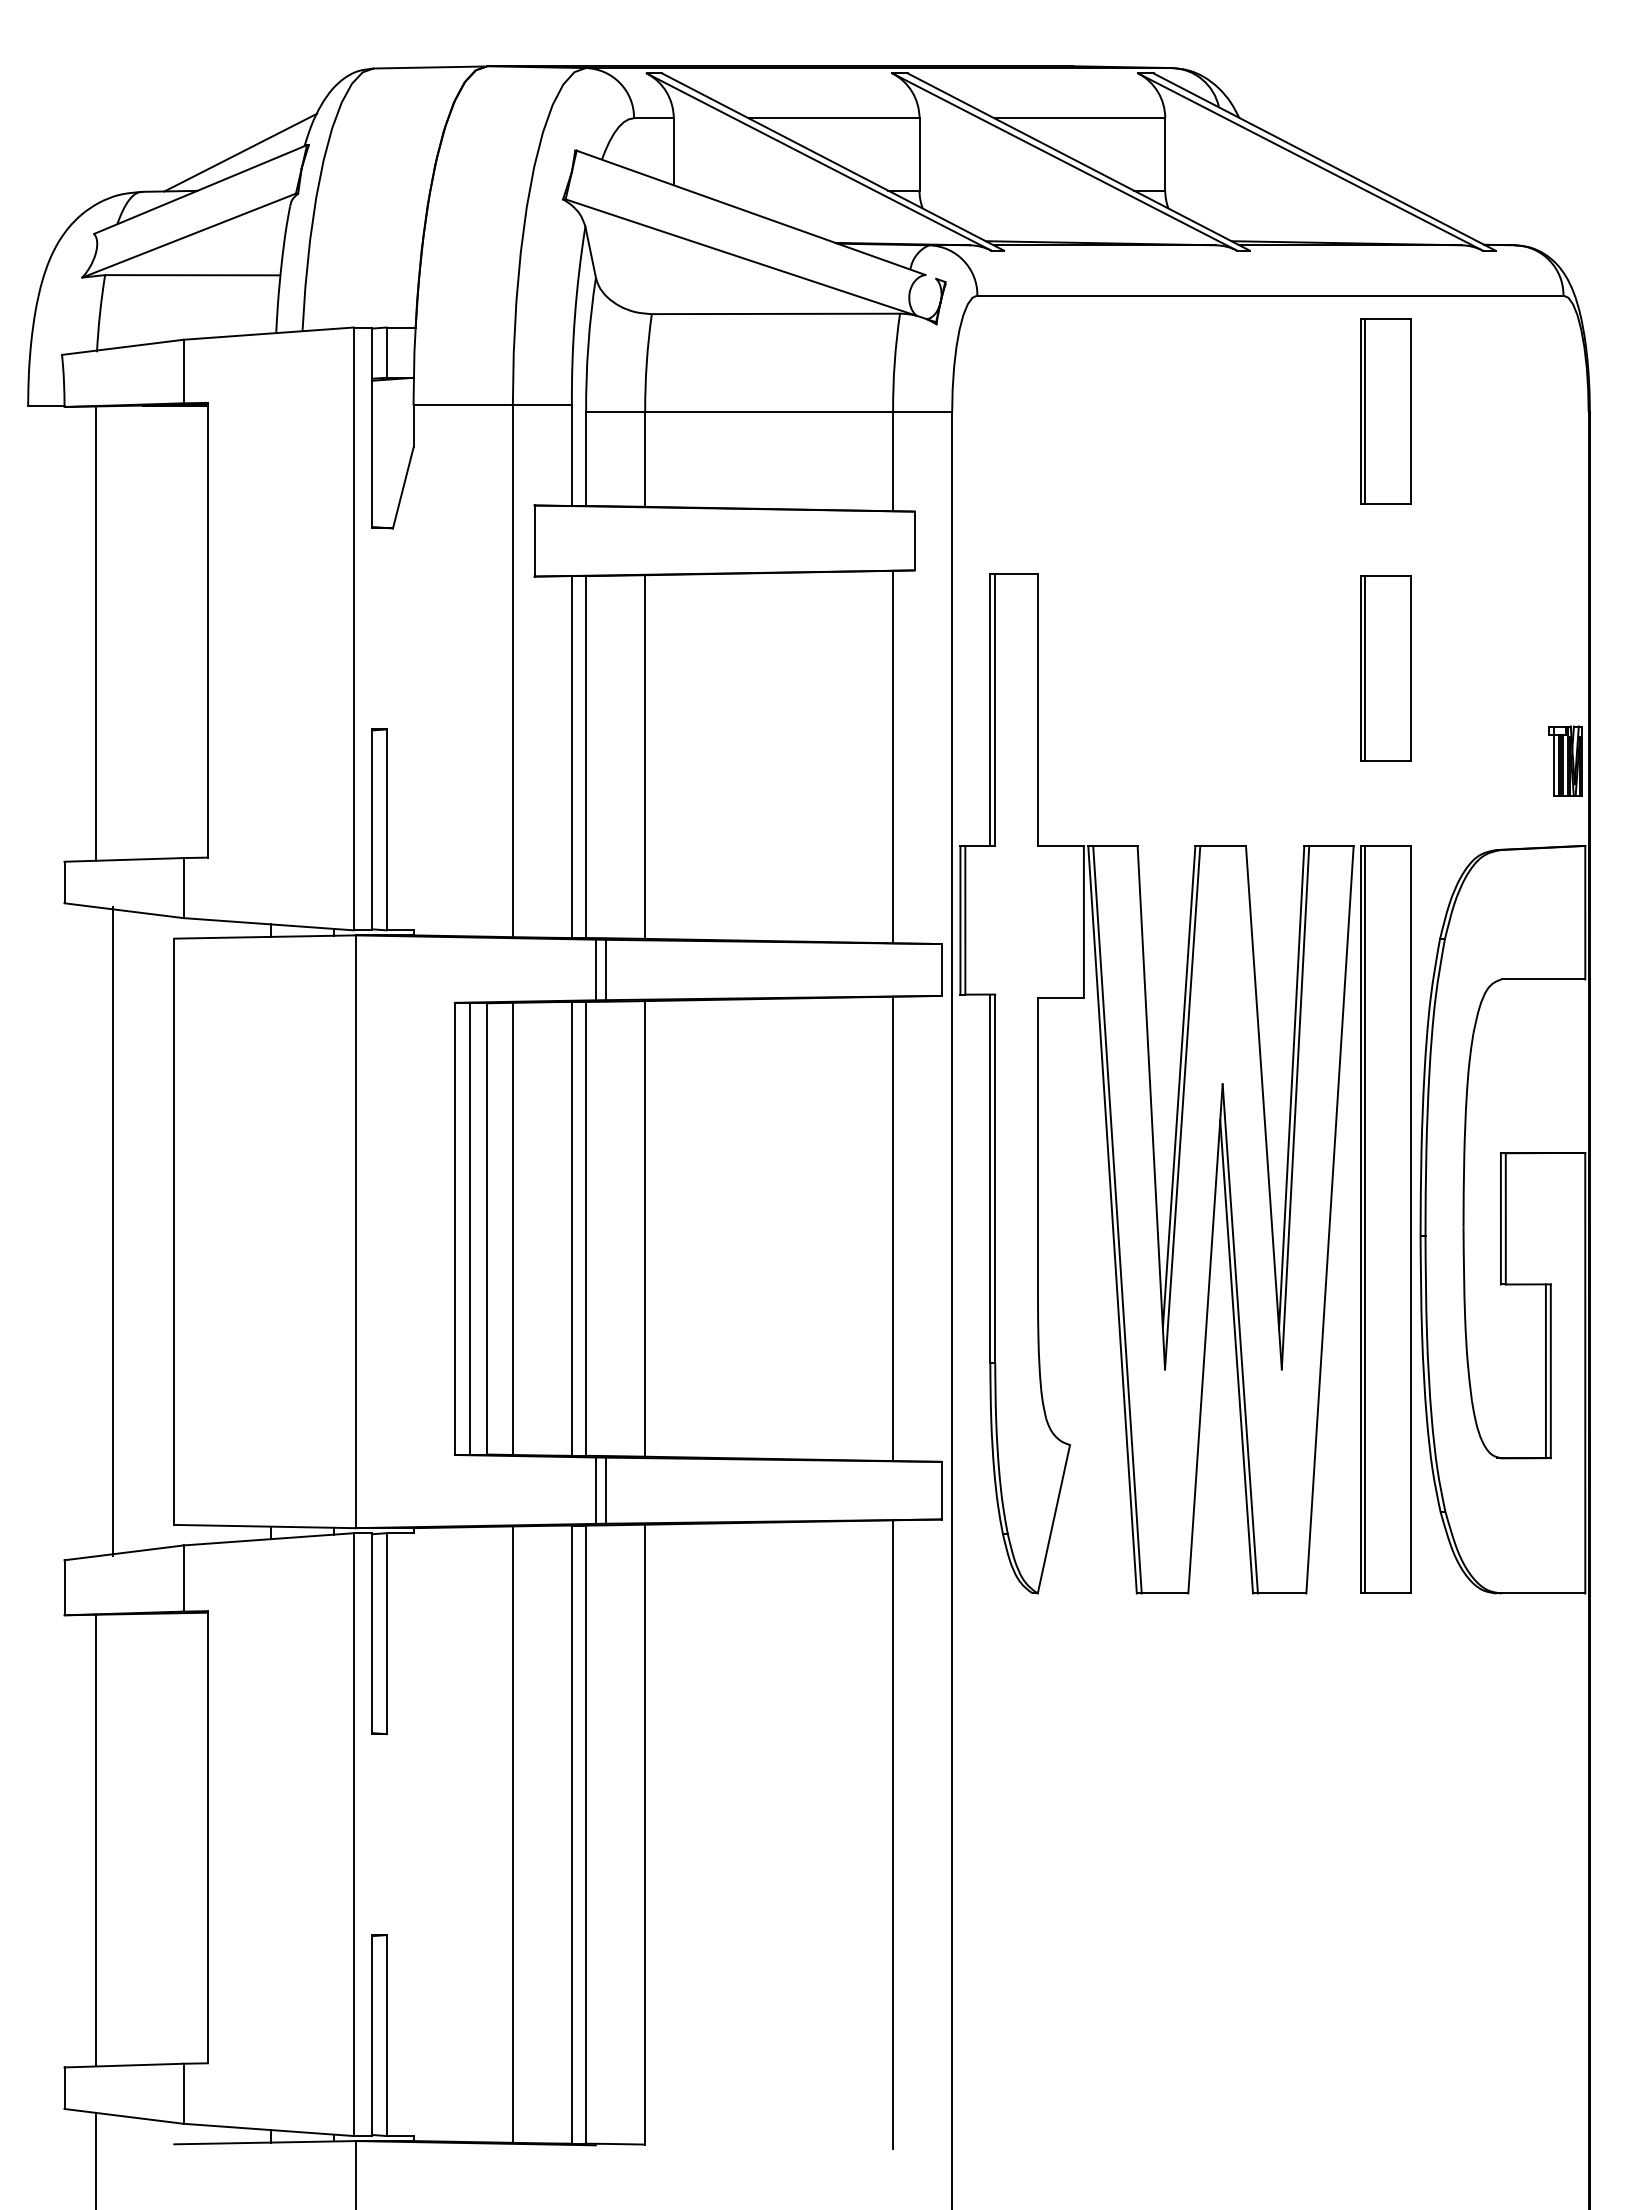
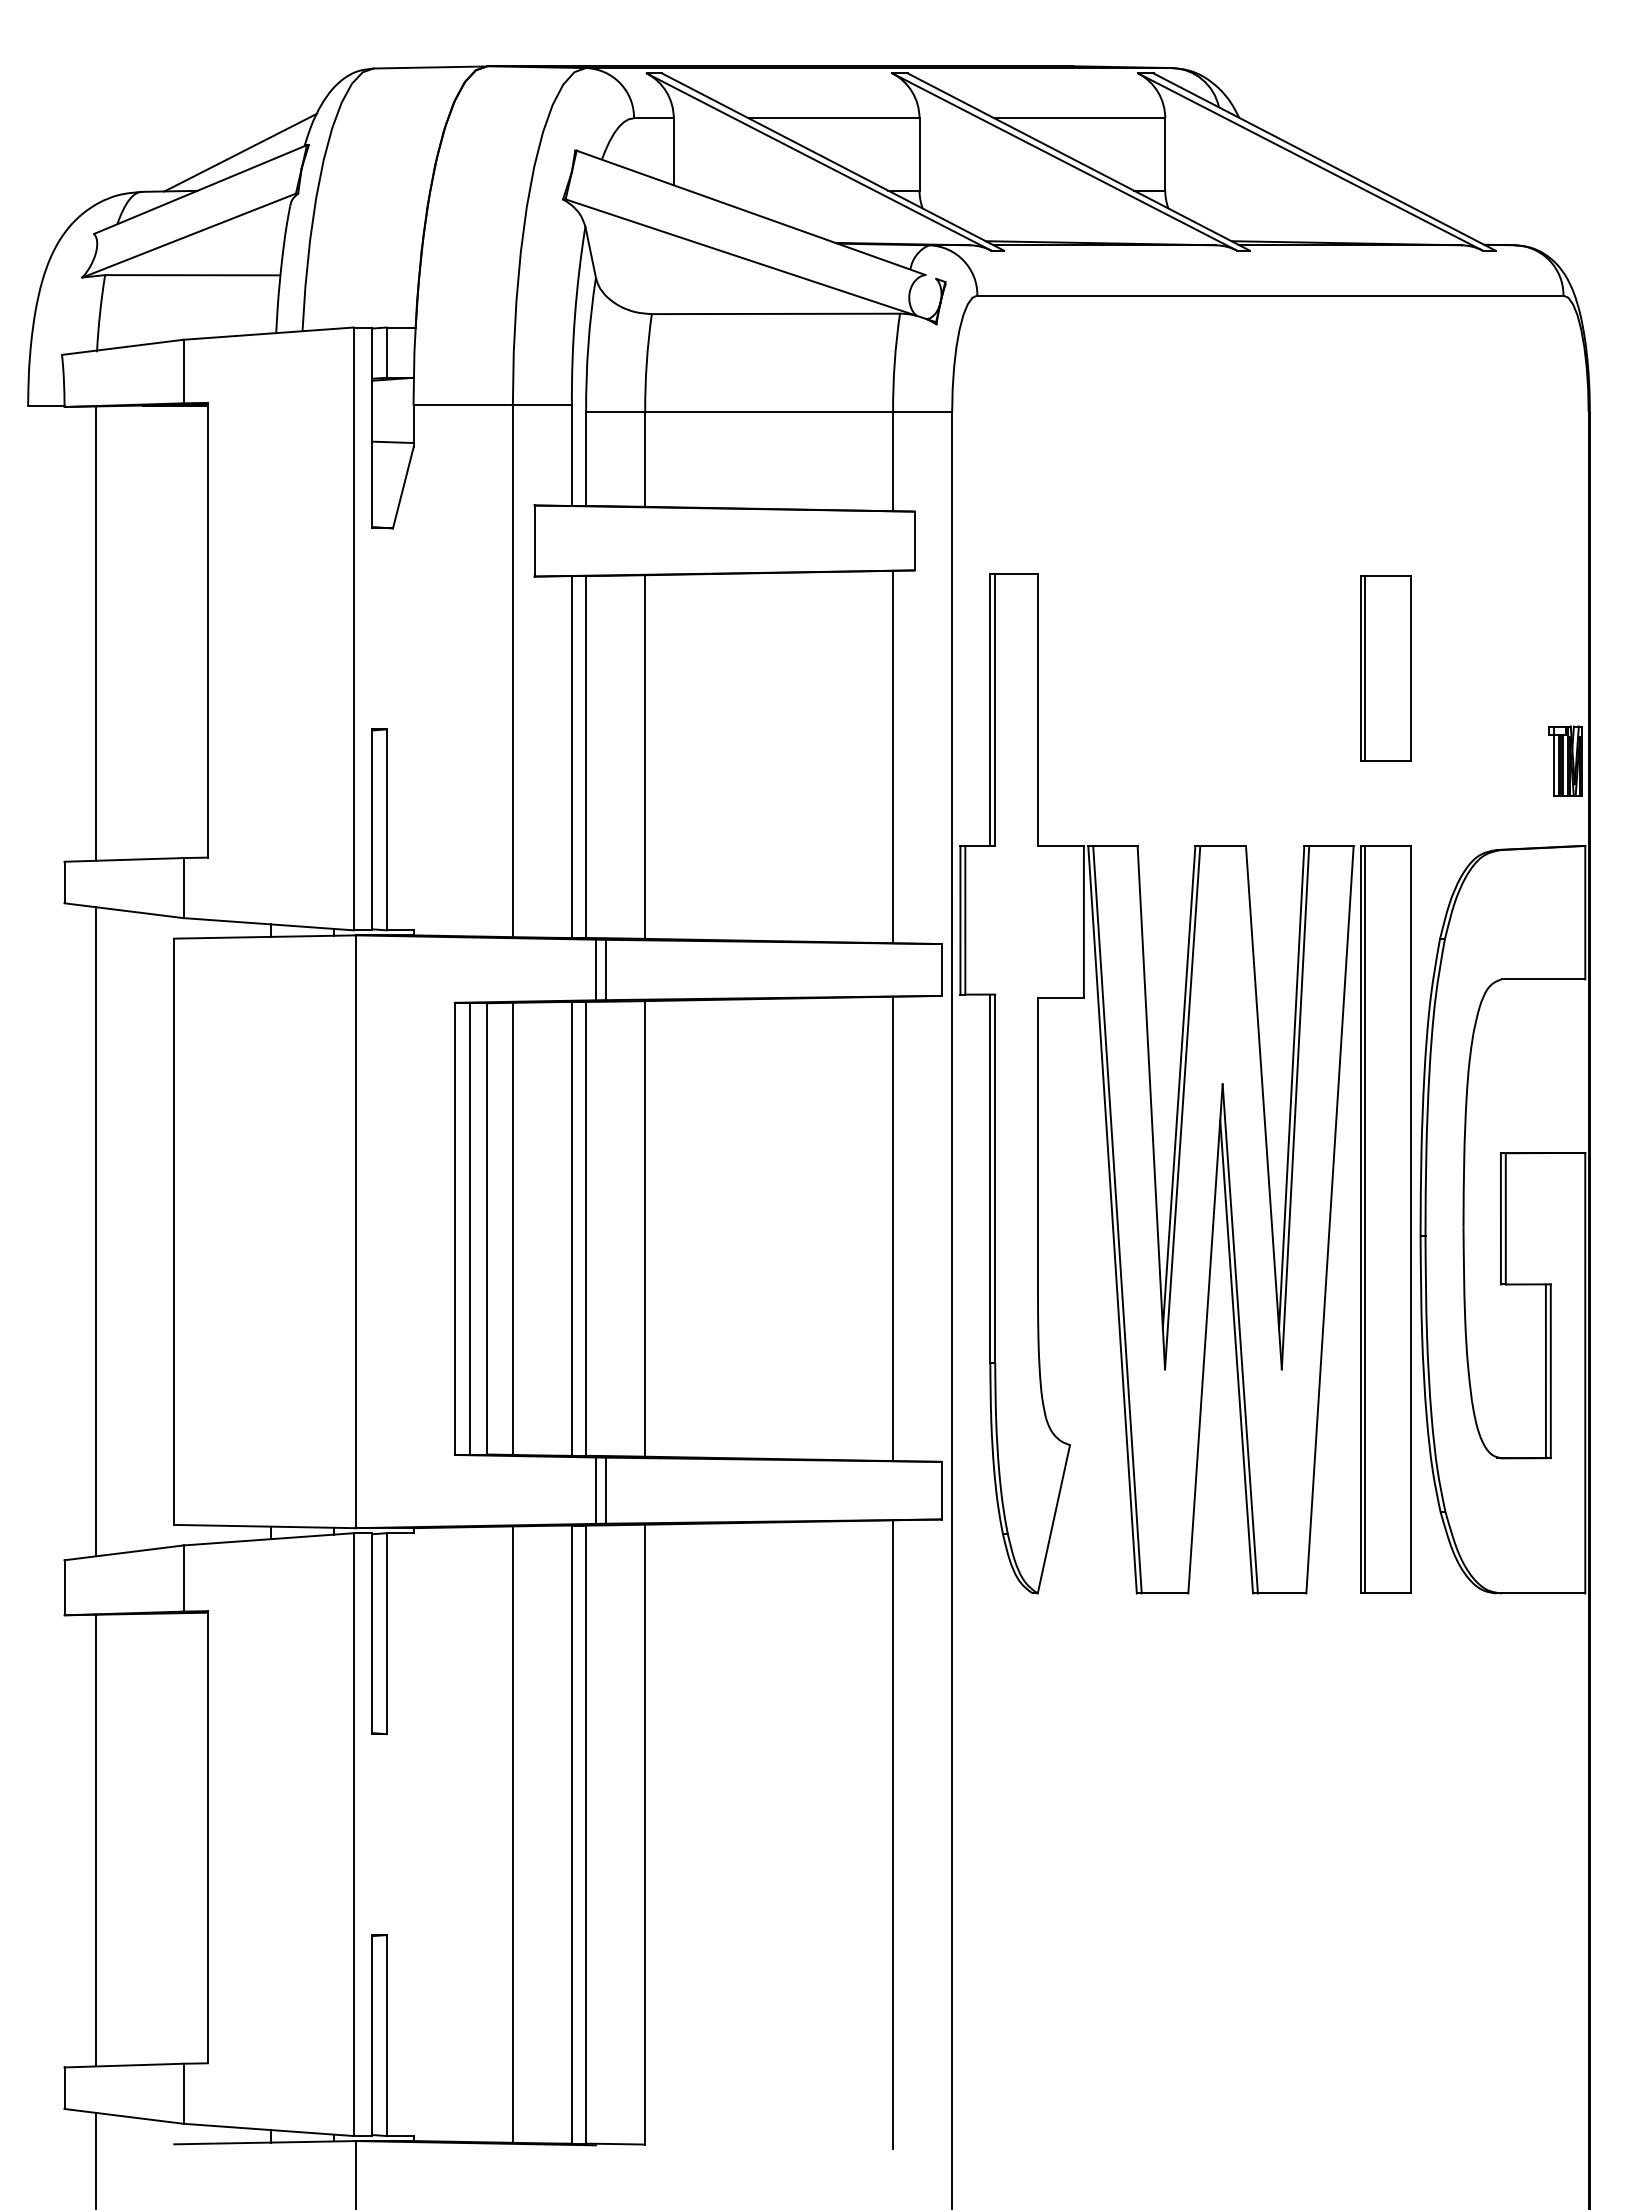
part at (1385, 411): present -> none
line at (392, 442): none -> present
line at (112, 1231) position: (112, 1231) -> (95, 1231)
